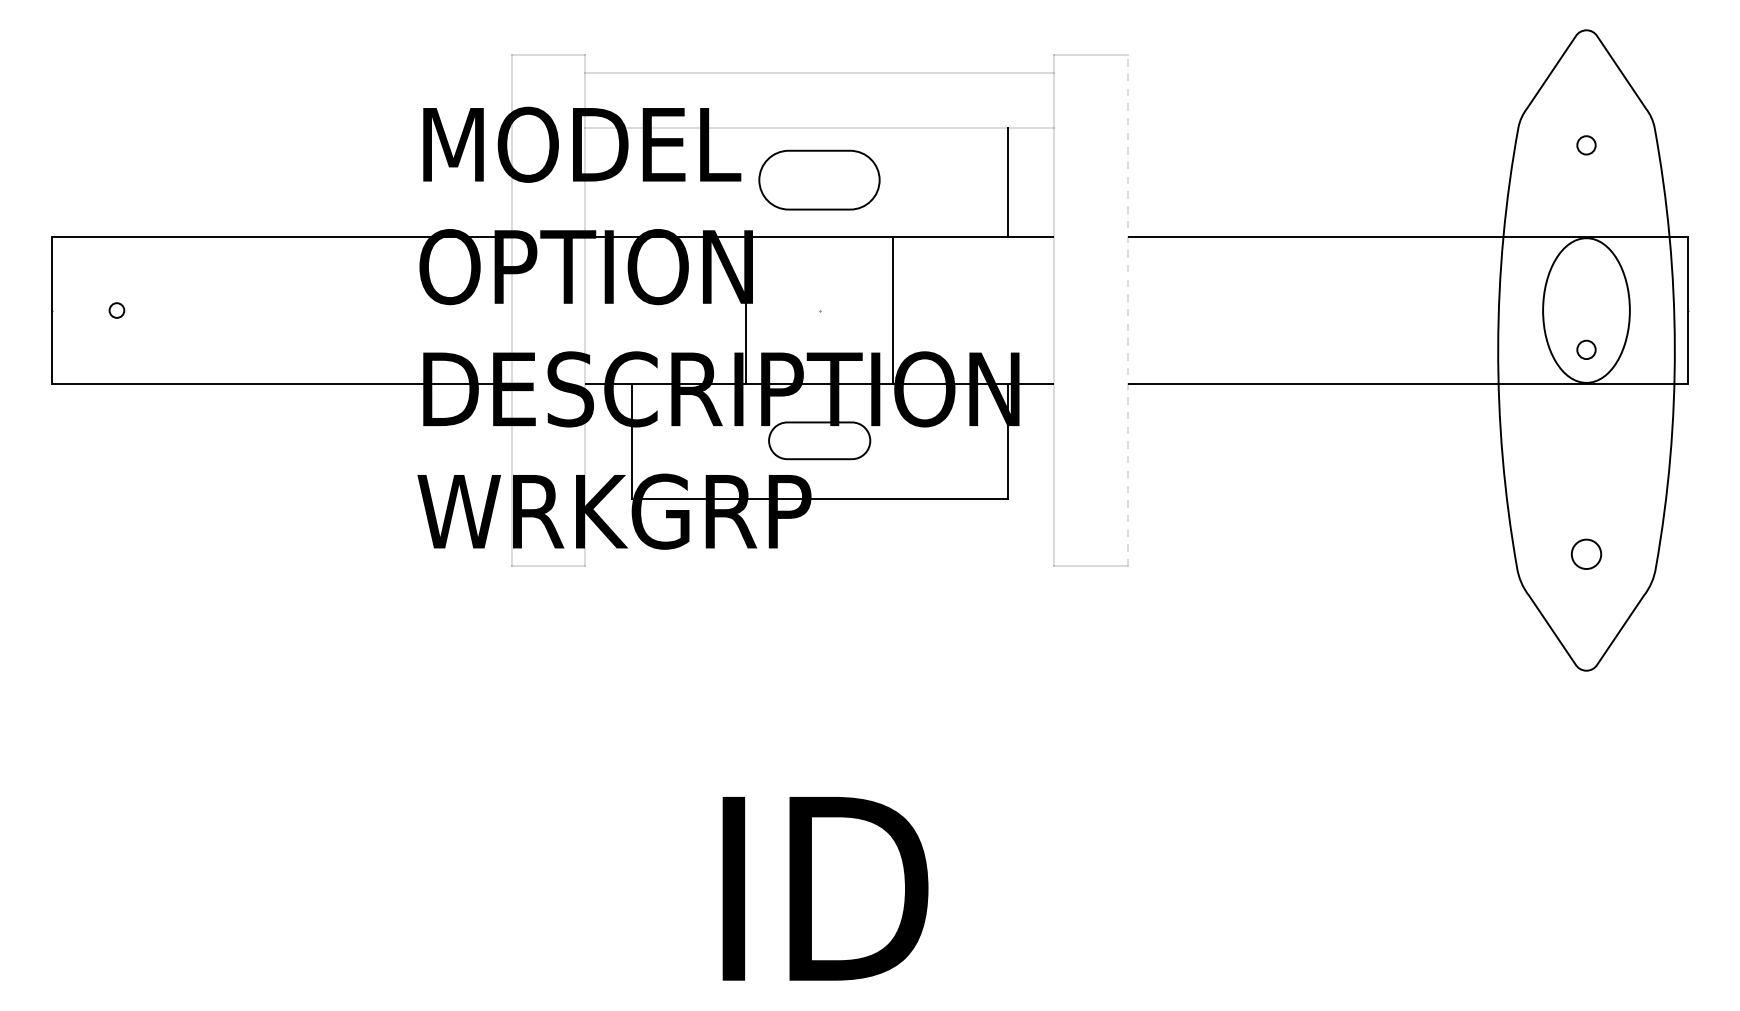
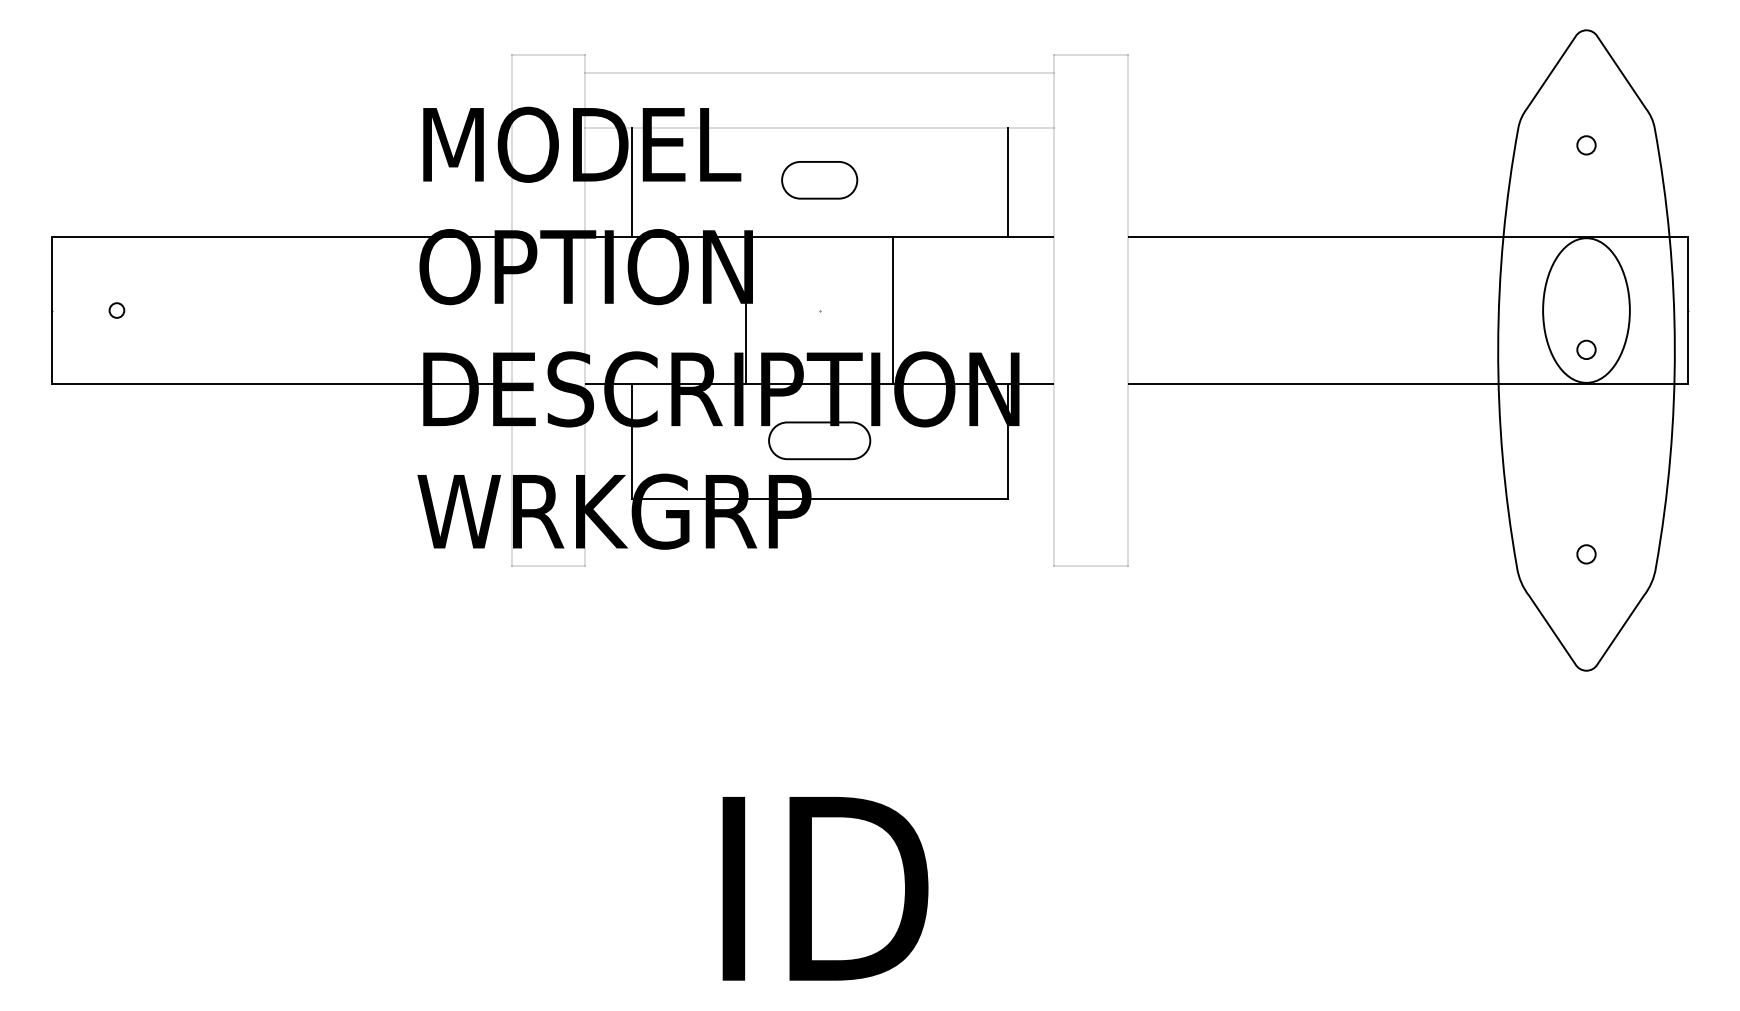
part at (819, 179) size: 123x62 px -> 78x39 px
line at (631, 182): none -> present
line at (1127, 310): dashed -> solid
part at (1586, 553) size: 33x32 px -> 21x21 px
